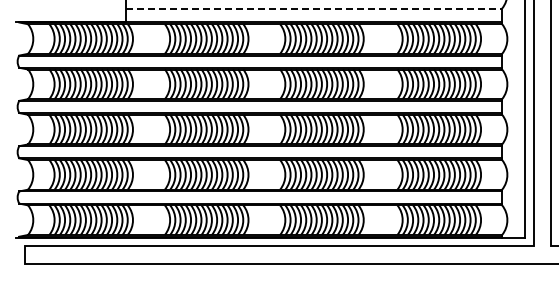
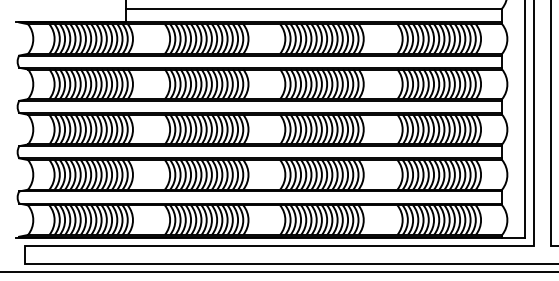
line at (314, 8): dashed -> solid
line at (278, 272): none -> present
